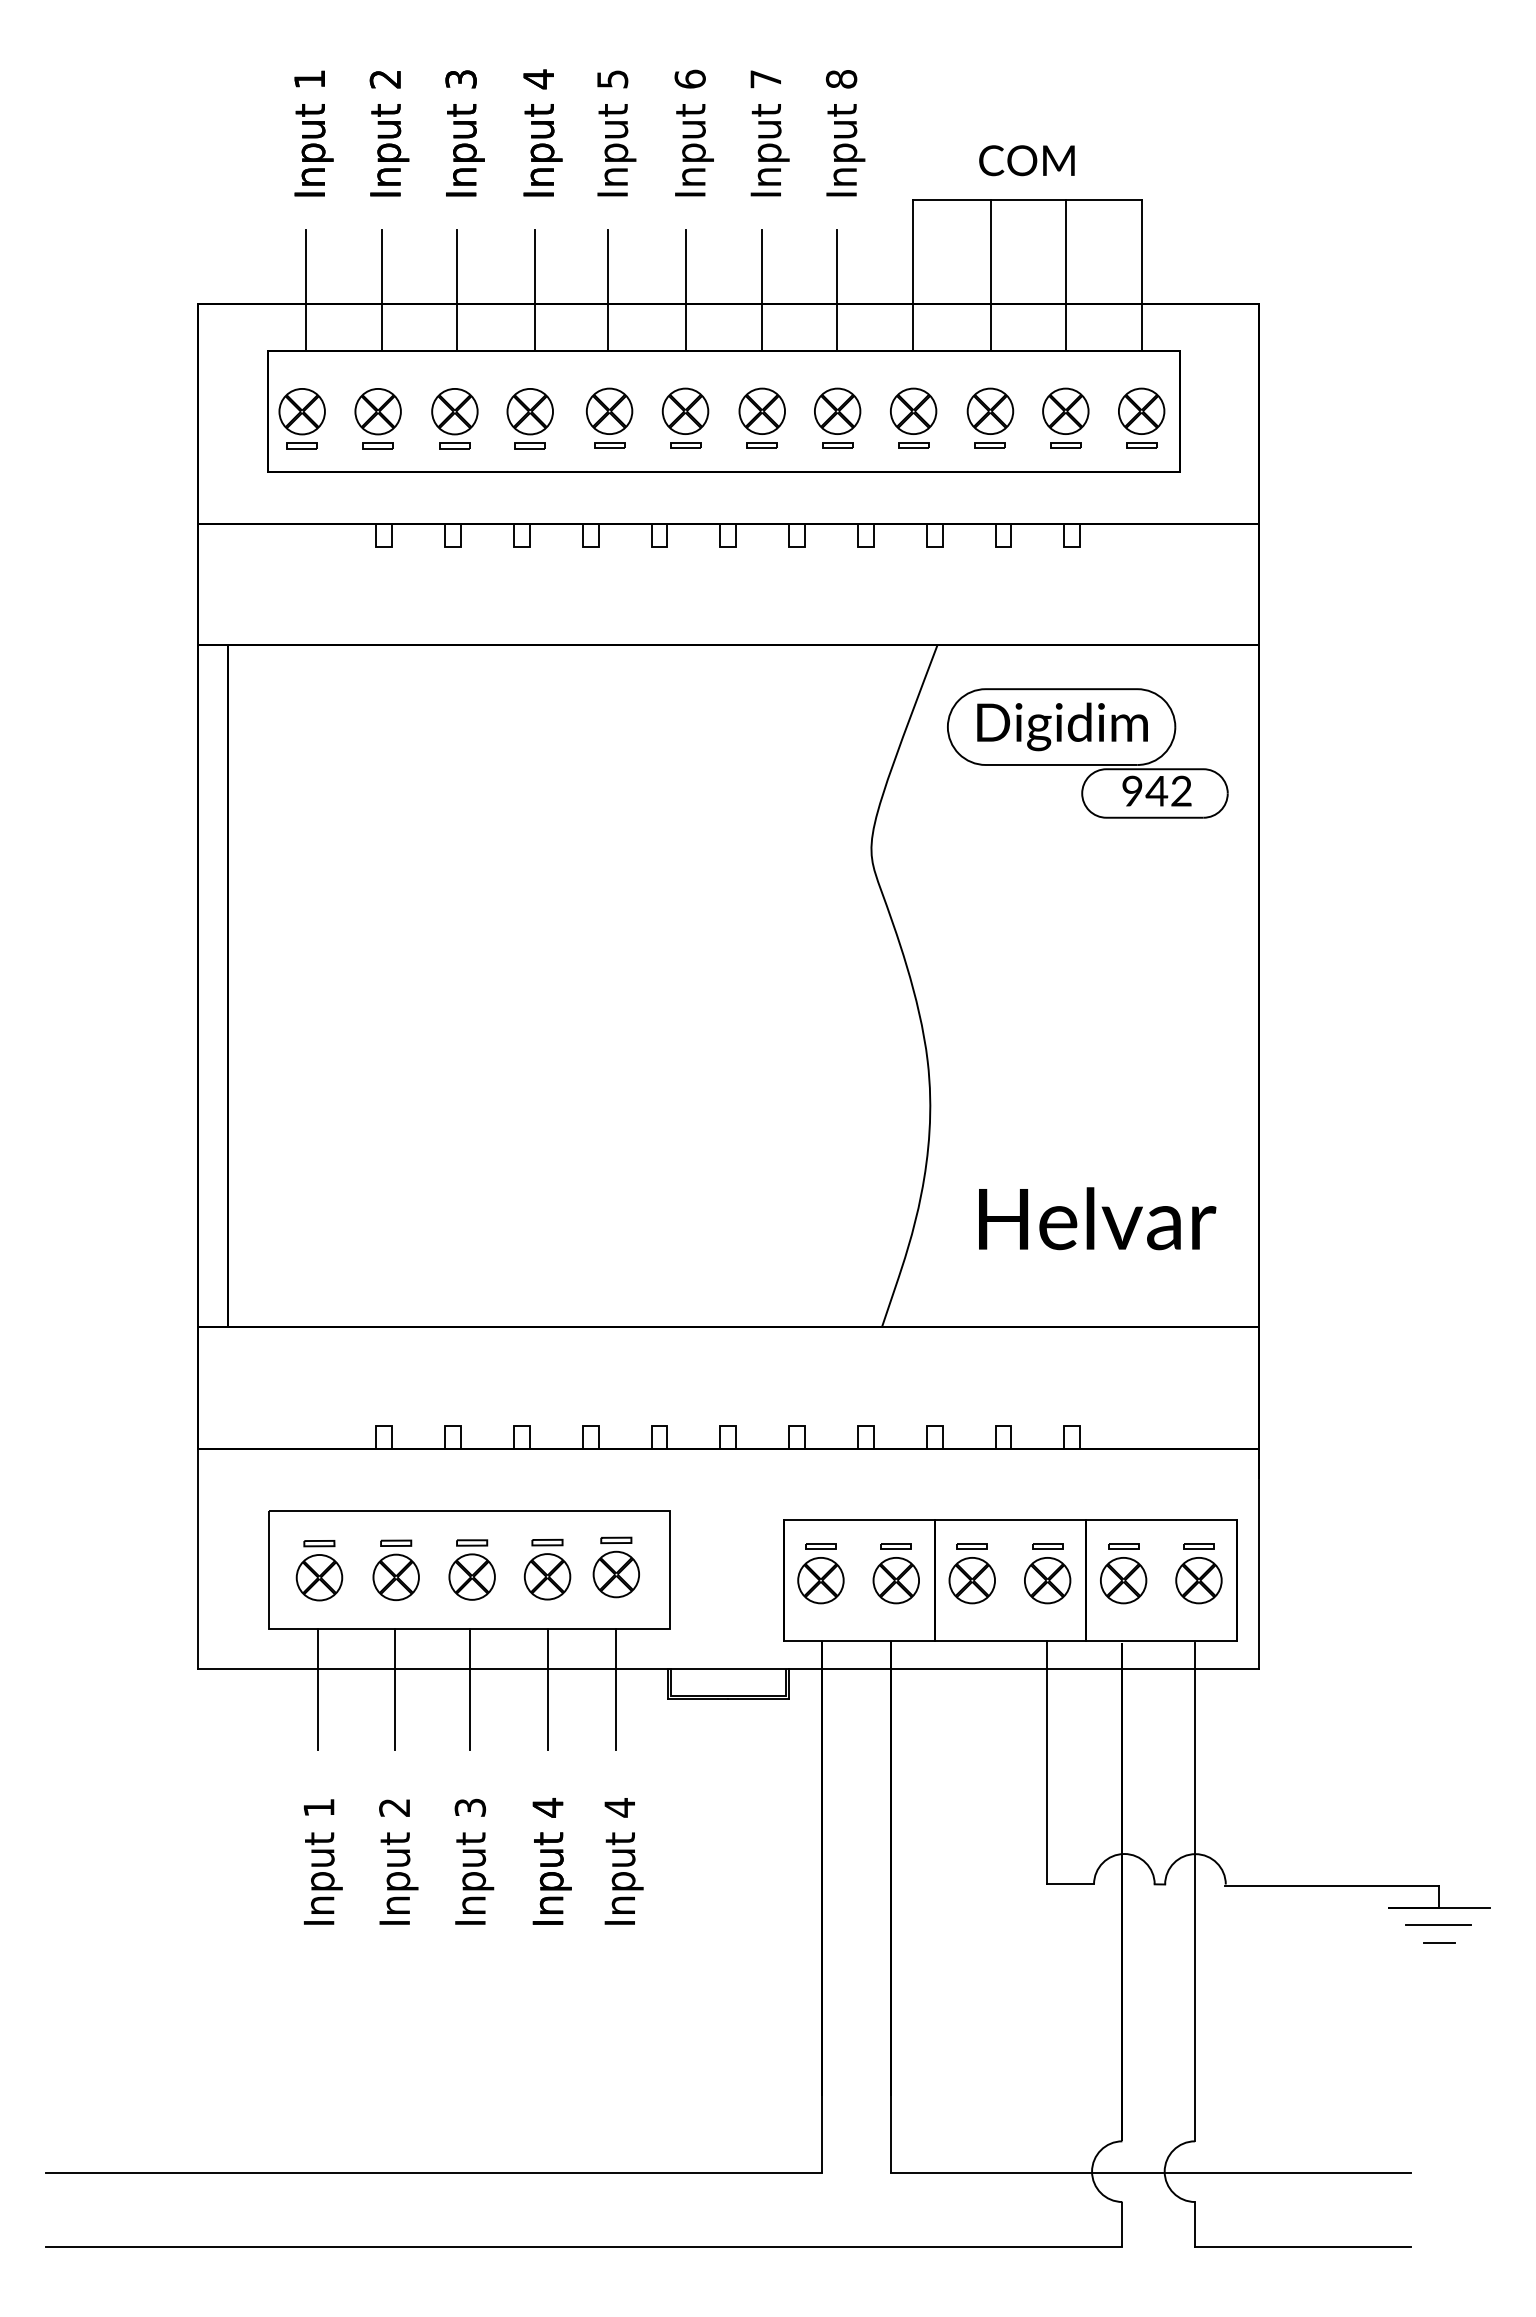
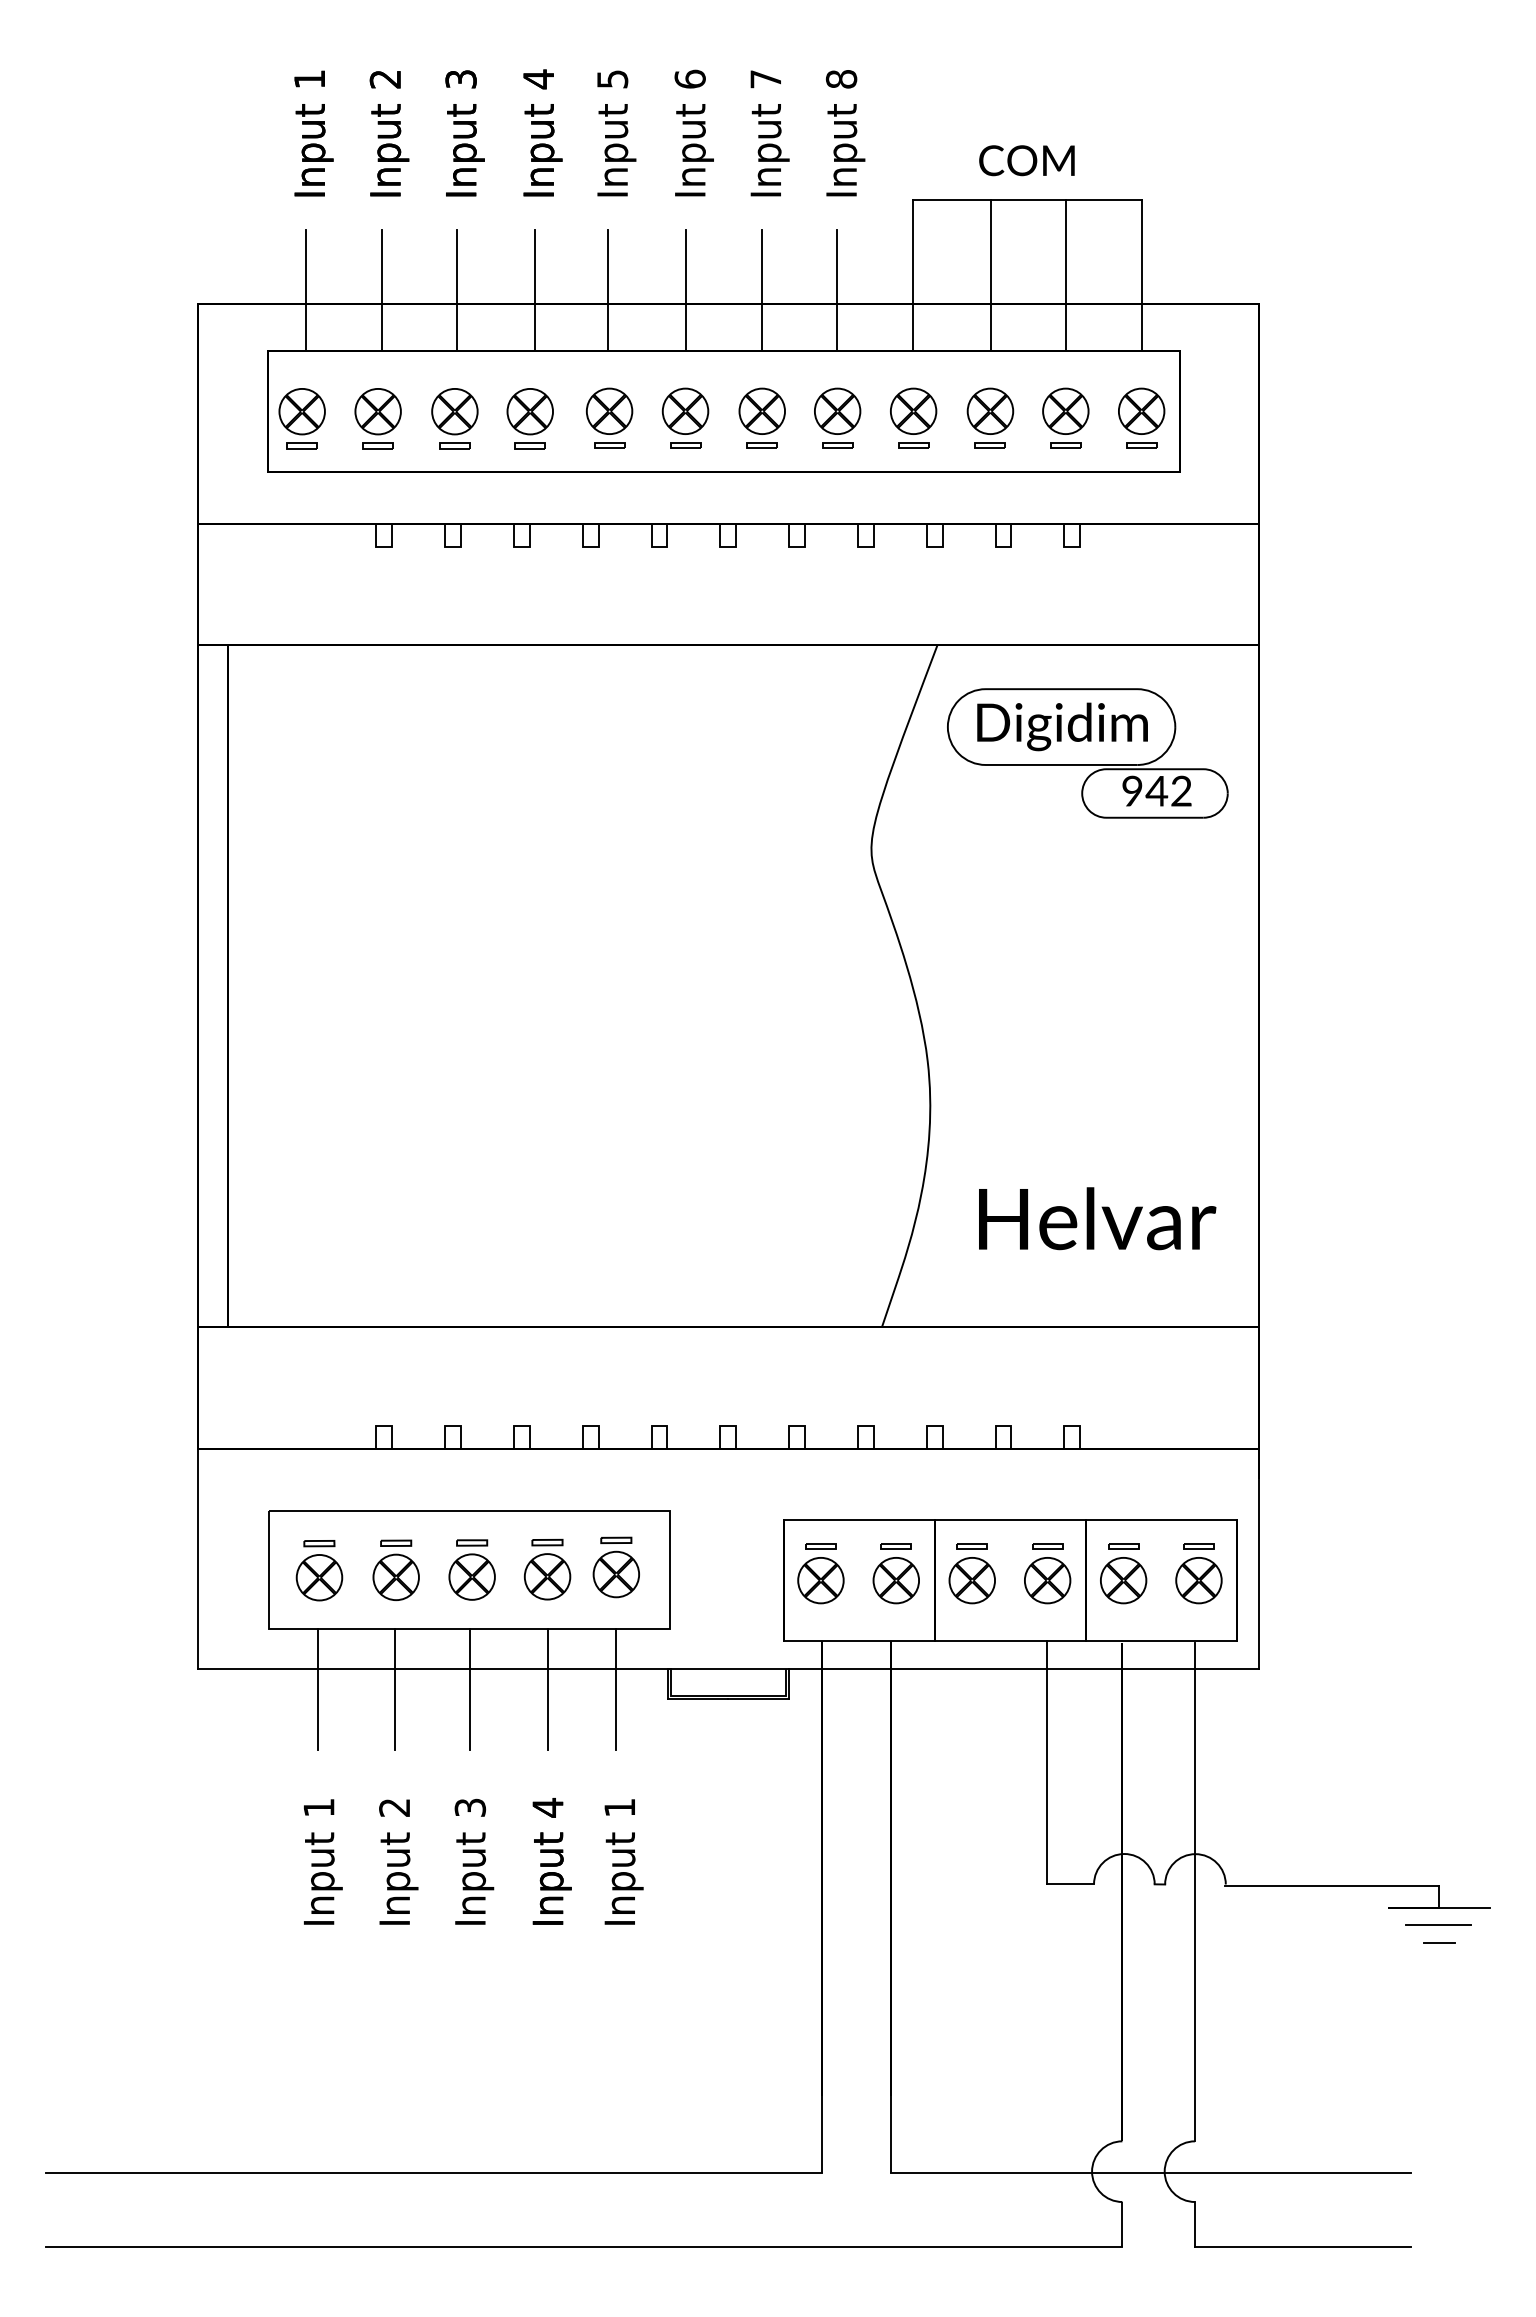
text at (619, 1807): 4 -> 1
